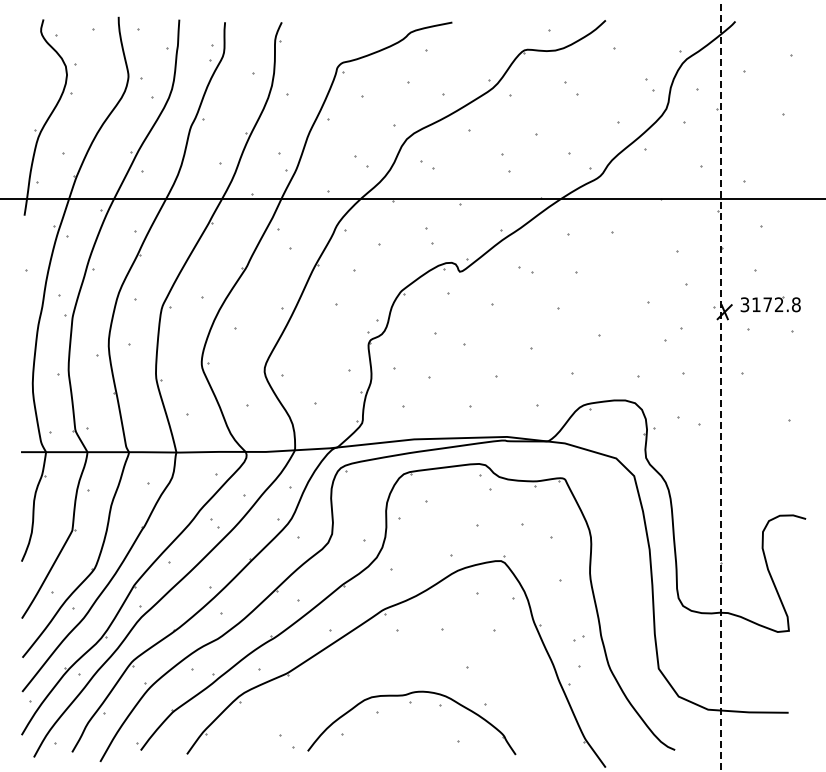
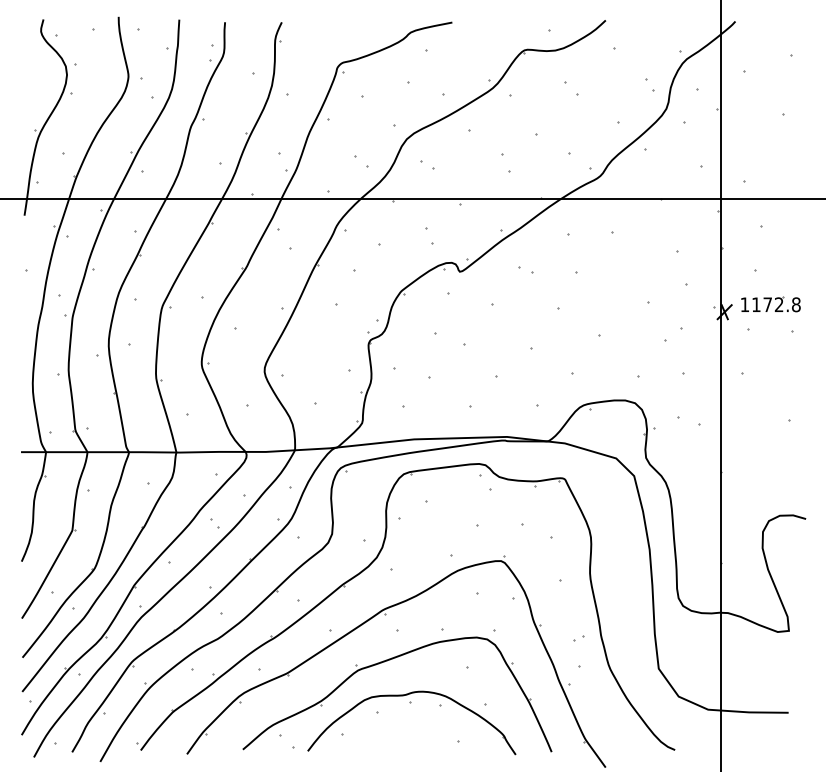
text at (744, 304): 3172.8 -> 1172.8
line at (720, 385): dashed -> solid
part at (387, 661): none -> present
